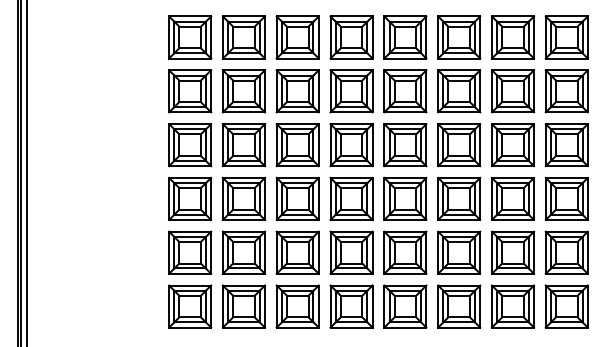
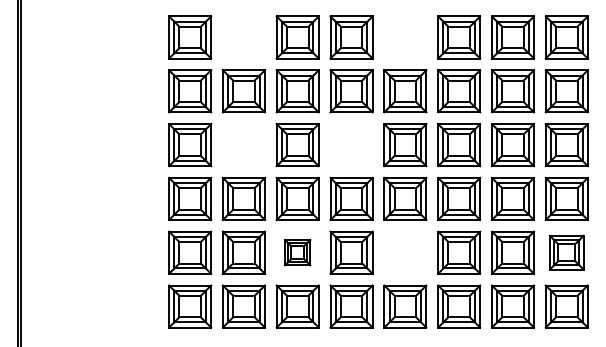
part at (243, 37): present -> none
part at (405, 37): present -> none
part at (243, 145): present -> none
part at (351, 145): present -> none
line at (26, 172): present -> none
part at (297, 252) size: 45x45 px -> 28x28 px
part at (405, 252): present -> none
part at (566, 252) size: 45x45 px -> 37x37 px
